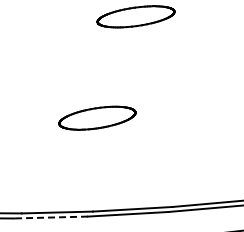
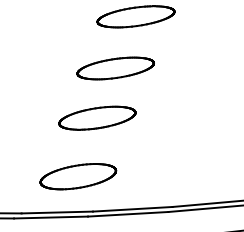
part at (115, 68): none -> present
part at (78, 176): none -> present
line at (51, 217): dashed -> solid
